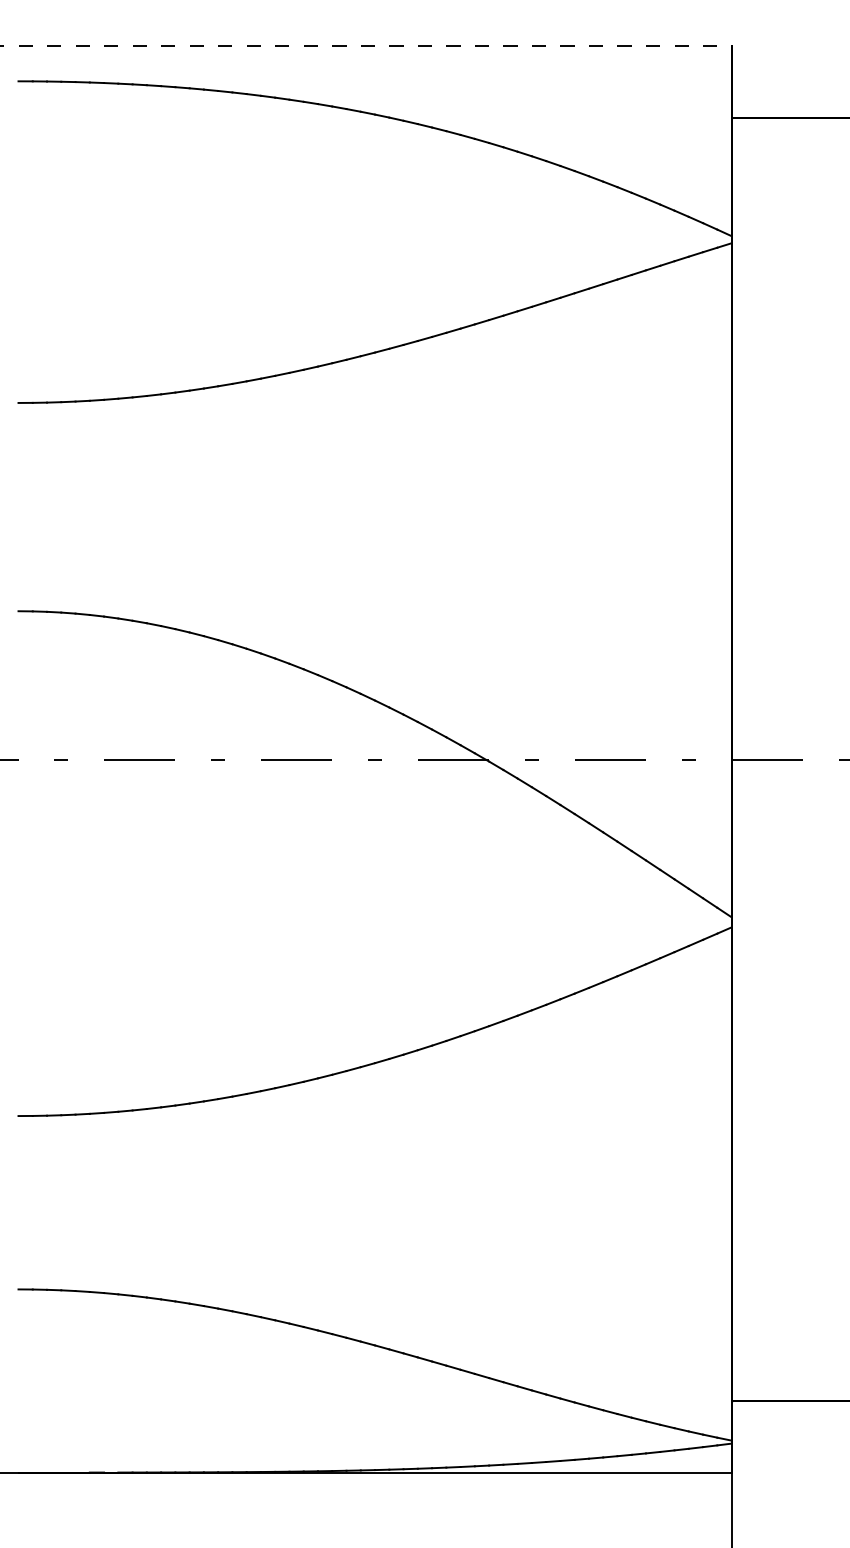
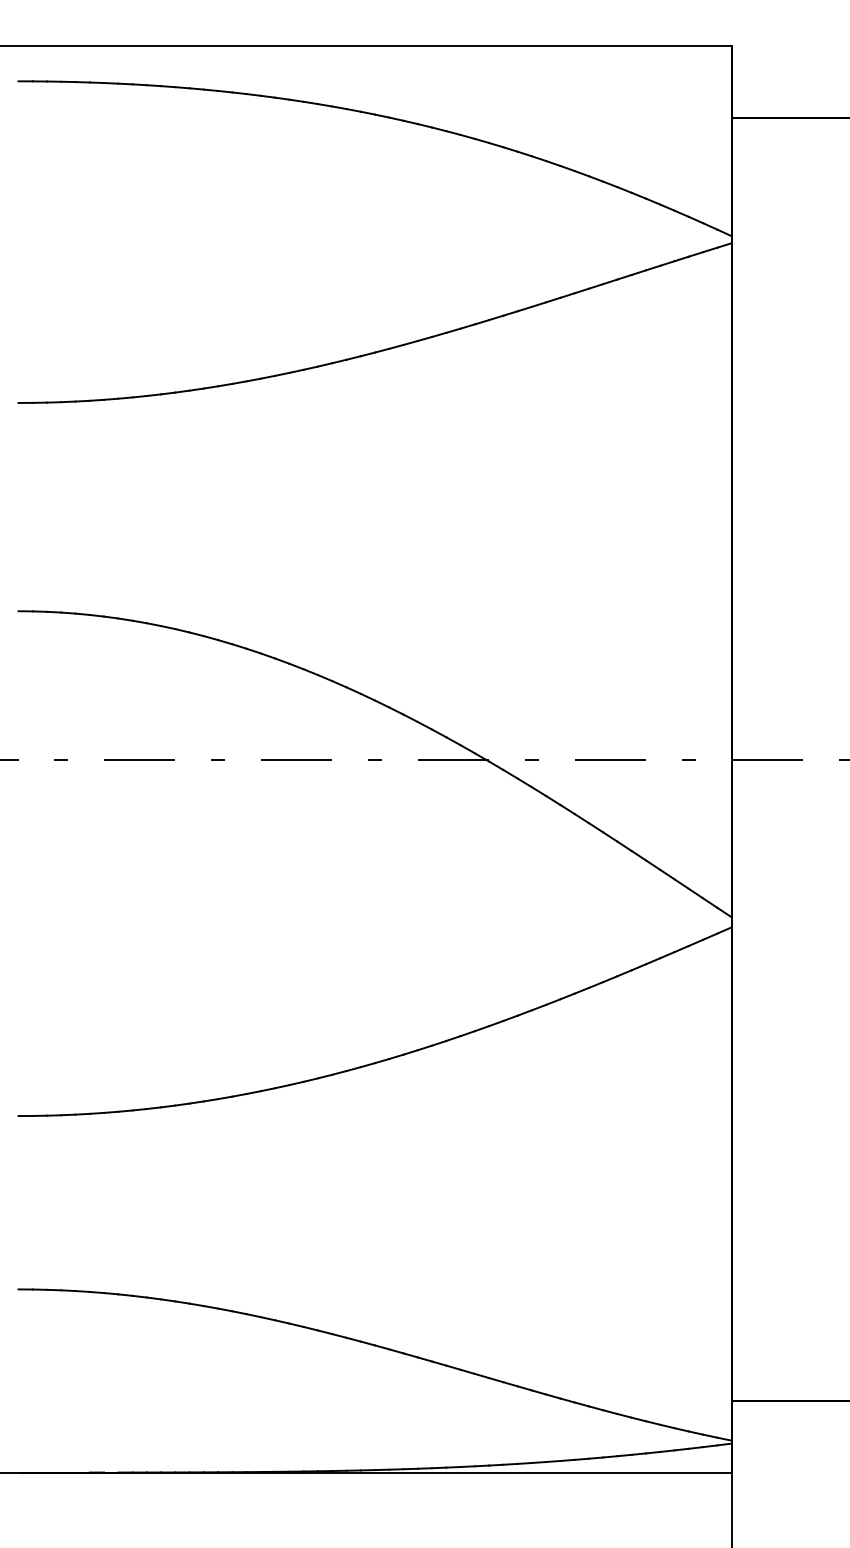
line at (366, 46): dashed -> solid
